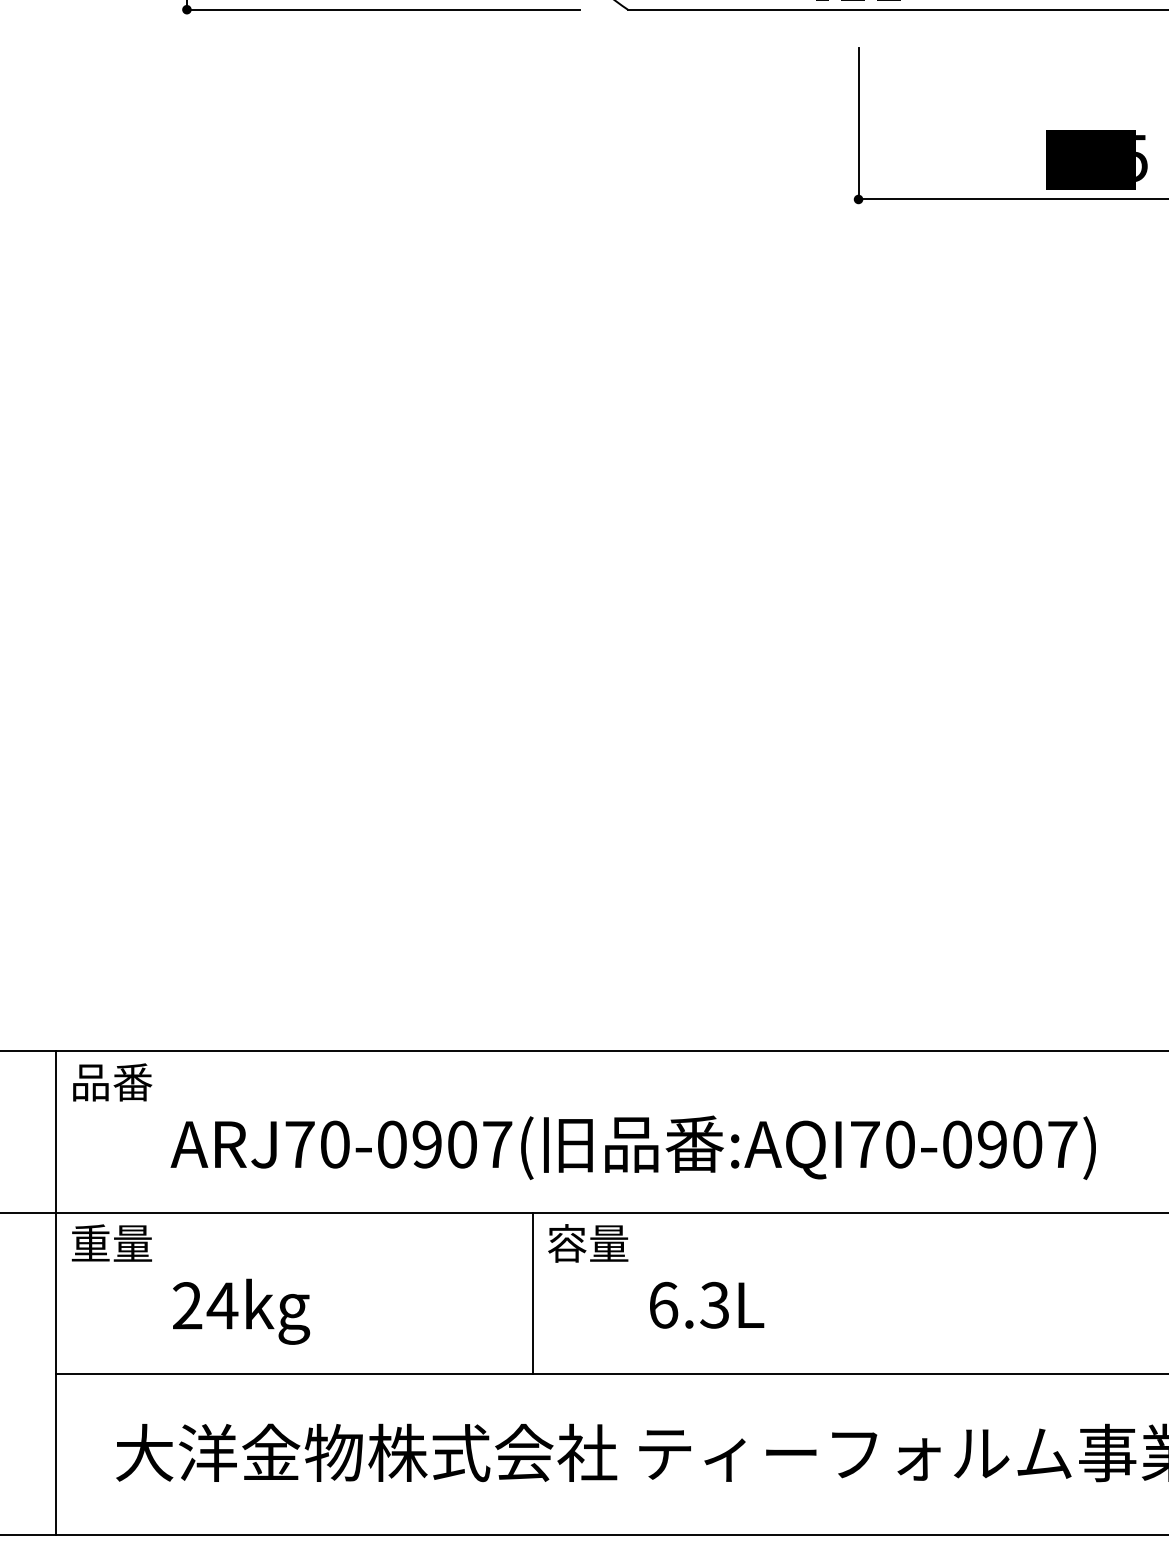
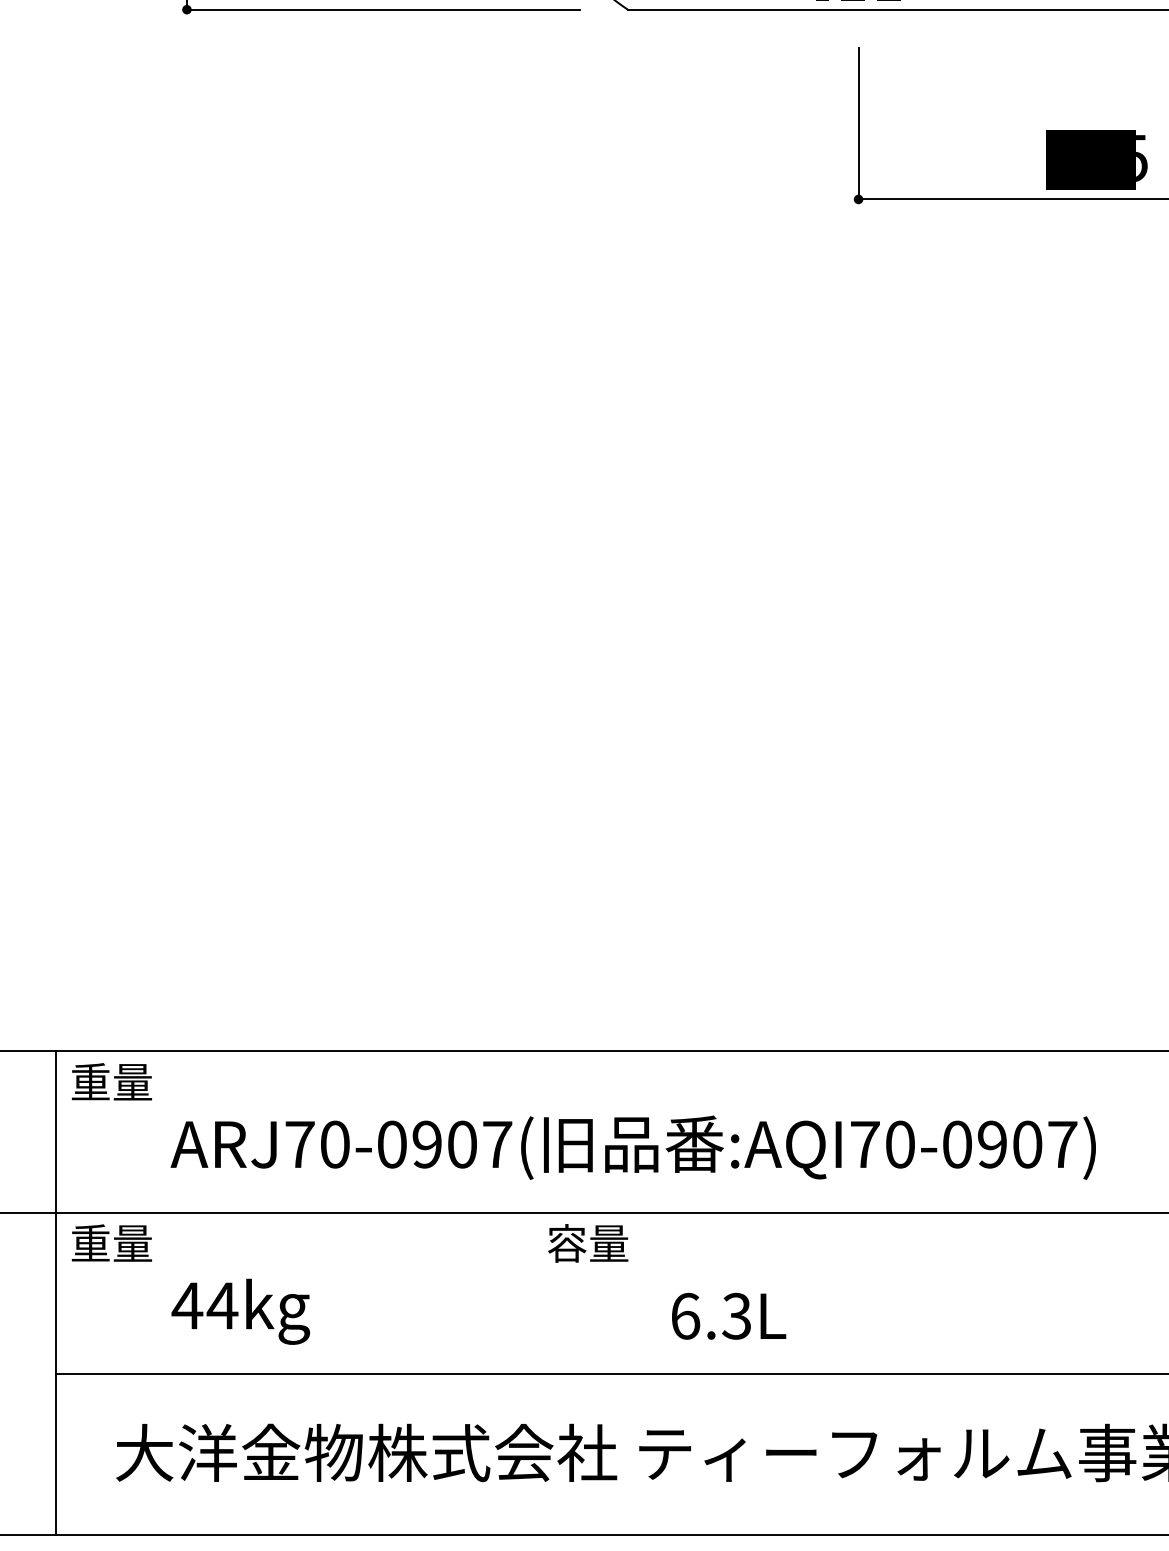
text at (111, 1082): 品番 -> 重量
line at (532, 1292): present -> none
text at (707, 1304) position: (707, 1304) -> (729, 1315)
text at (187, 1305): 24kg -> 44kg
